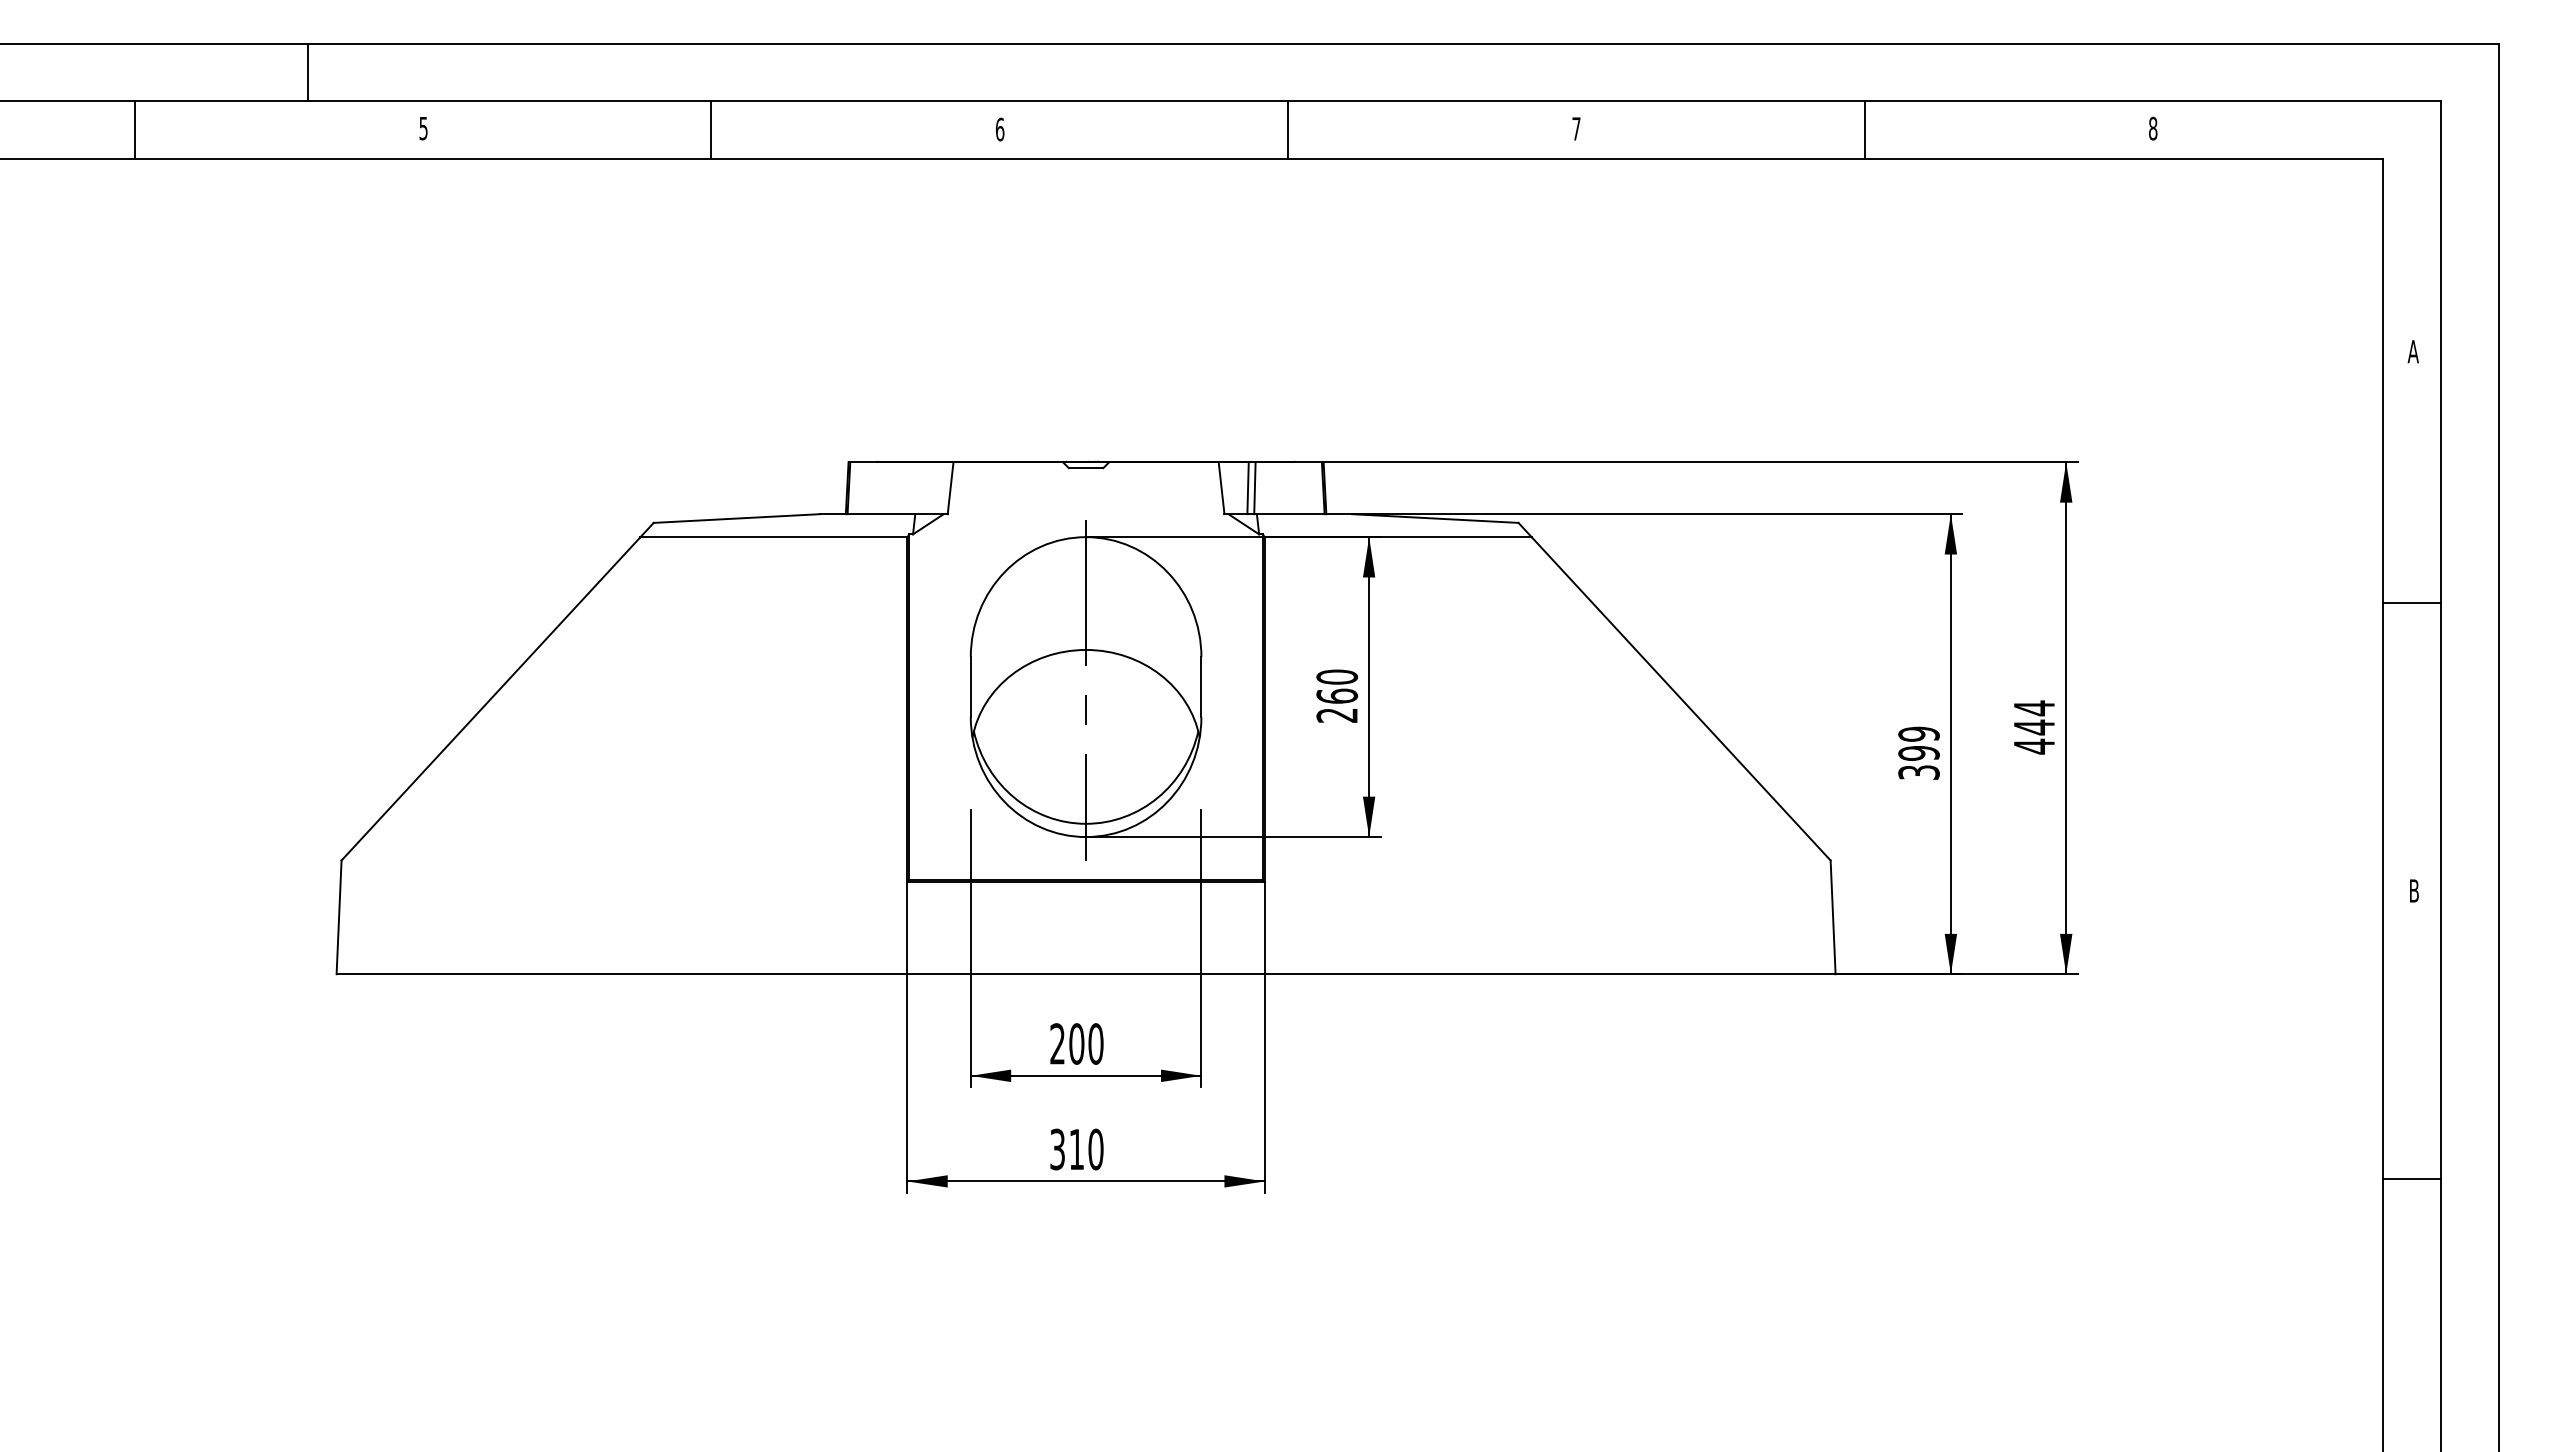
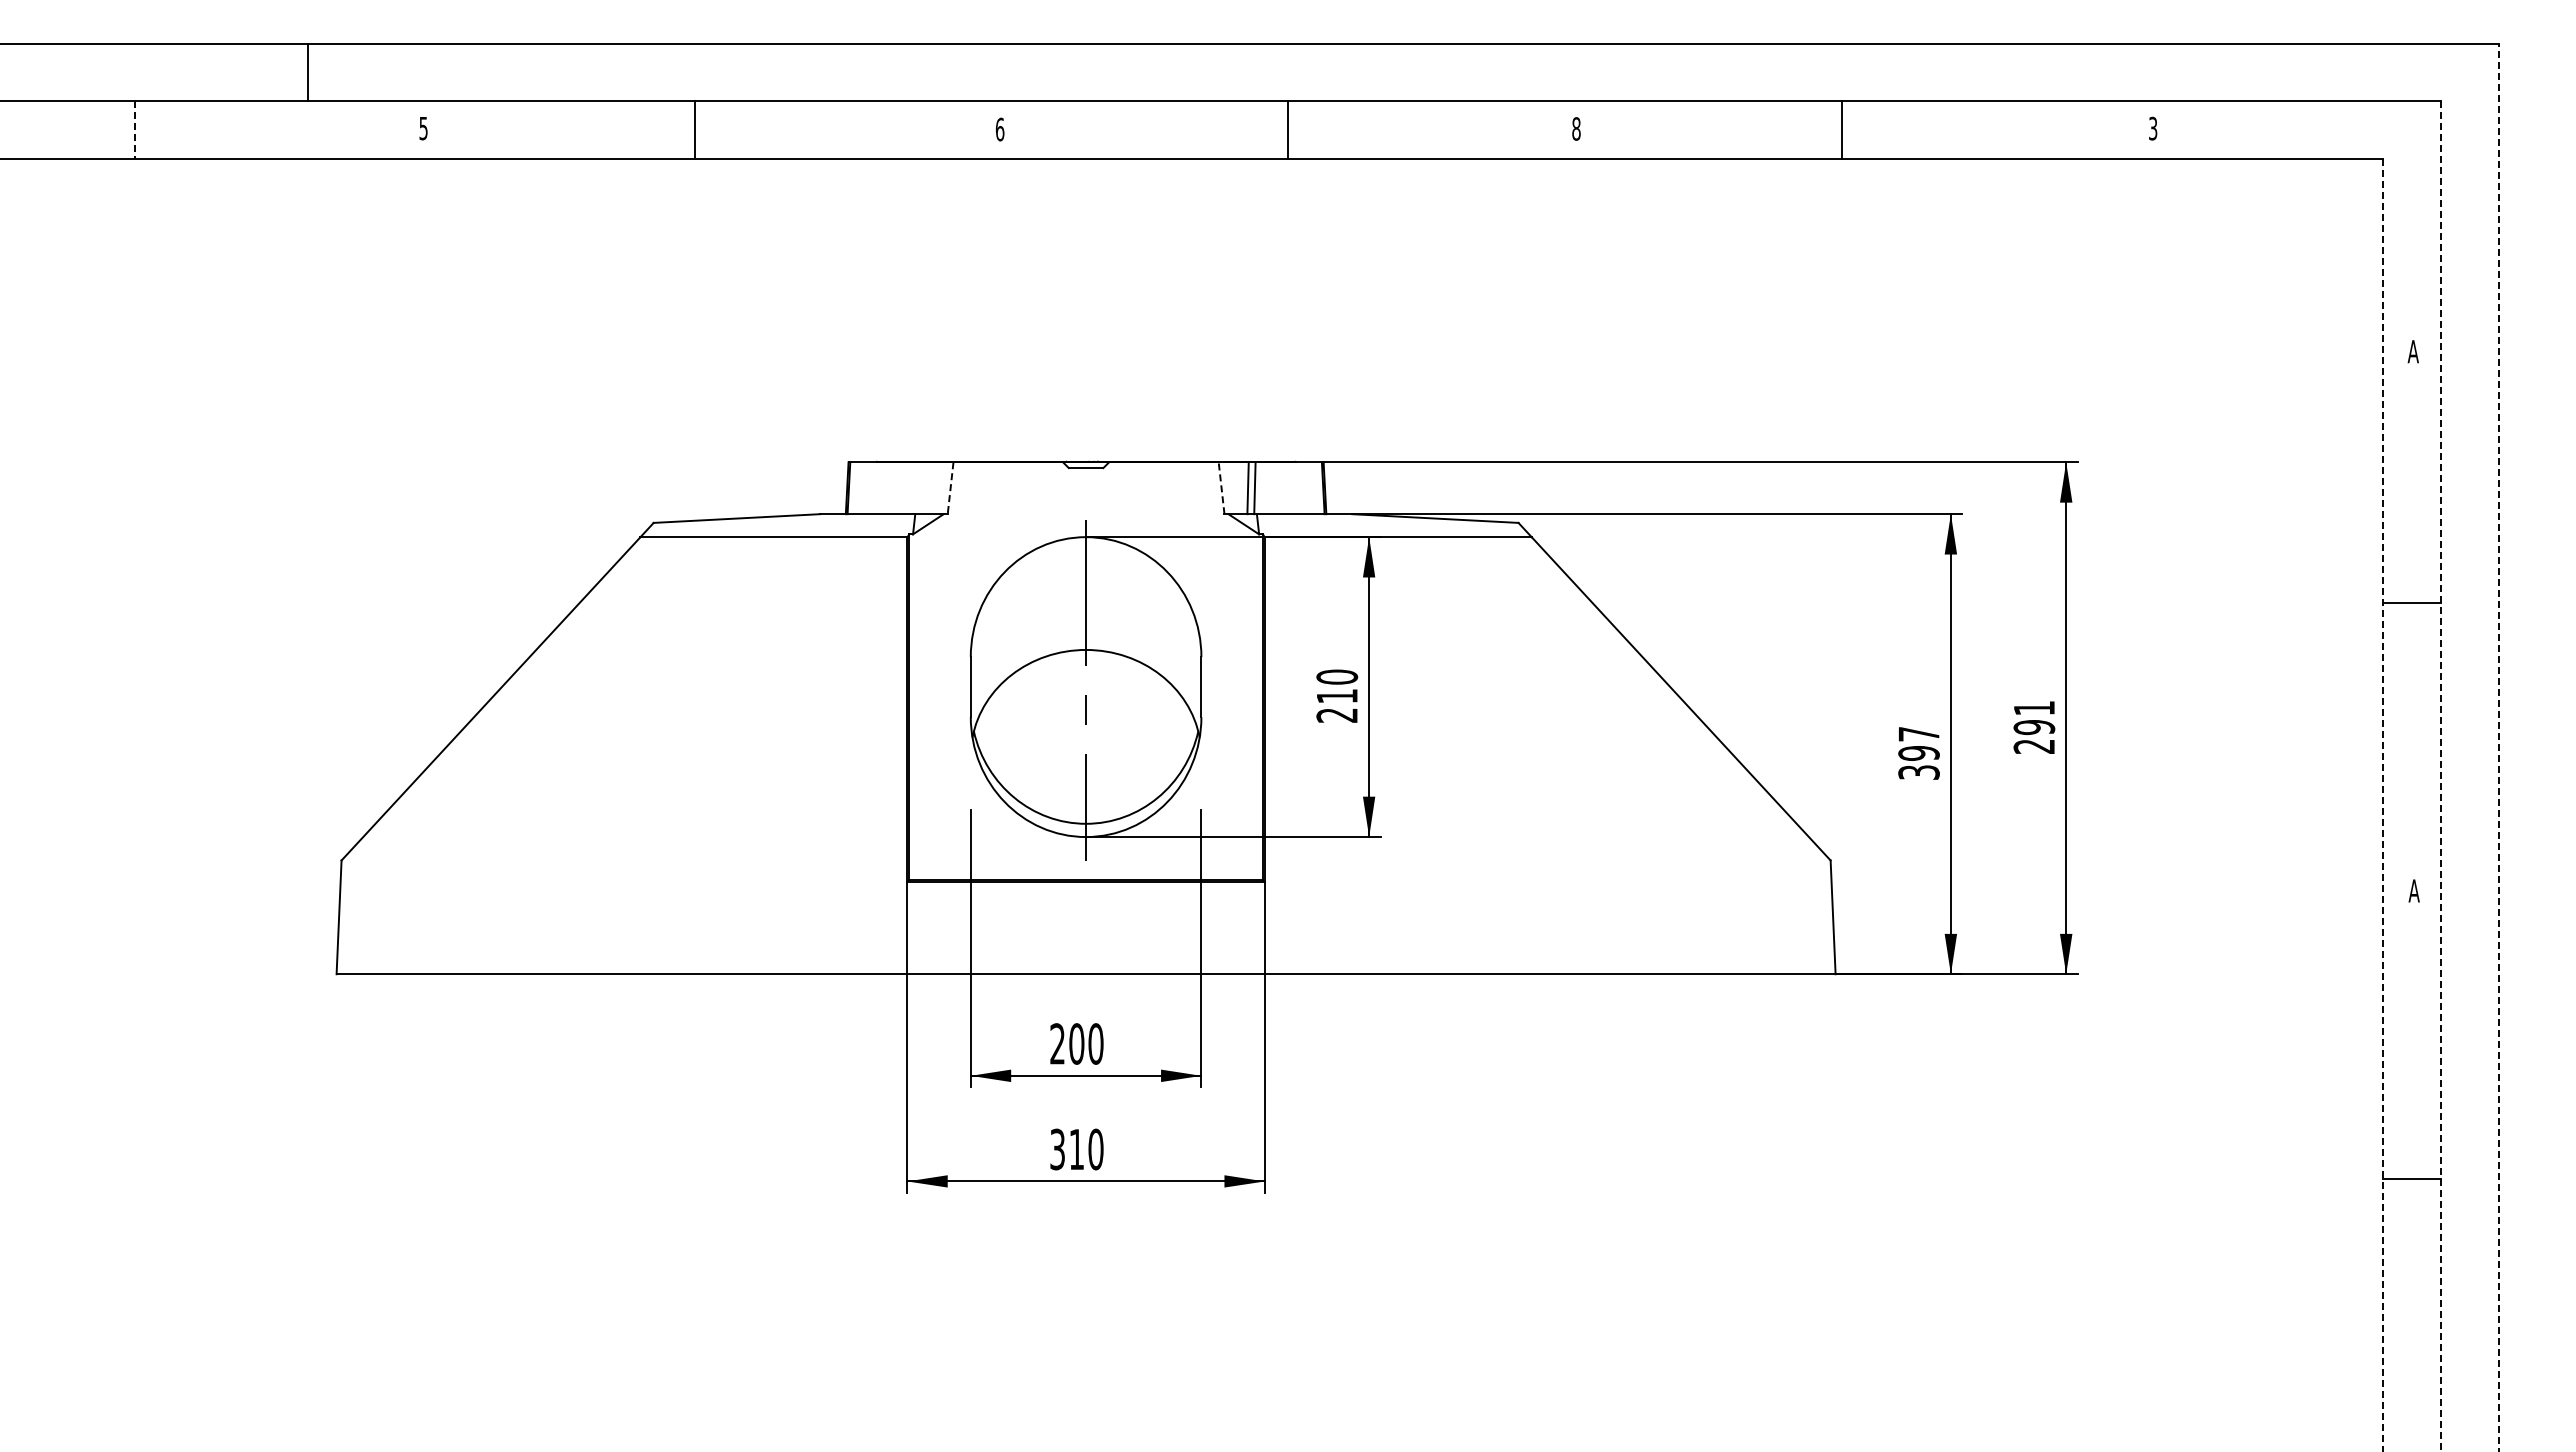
text at (1576, 128): 7 -> 8
text at (2153, 128): 8 -> 3
line at (711, 129) position: (711, 129) -> (695, 129)
line at (1864, 129) position: (1864, 129) -> (1841, 129)
line at (134, 130): solid -> dashed
line at (1221, 487): solid -> dashed
line at (950, 488): solid -> dashed
text at (1337, 695): 260 -> 210
text at (2034, 727): 444 -> 291
text at (1918, 733): 399 -> 397
line at (2498, 747): solid -> dashed
line at (2441, 777): solid -> dashed
line at (2383, 804): solid -> dashed
text at (2413, 890): B -> A
